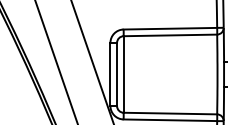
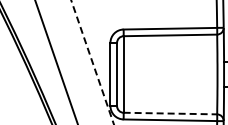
line at (92, 62): solid -> dashed
line at (170, 113): solid -> dashed
